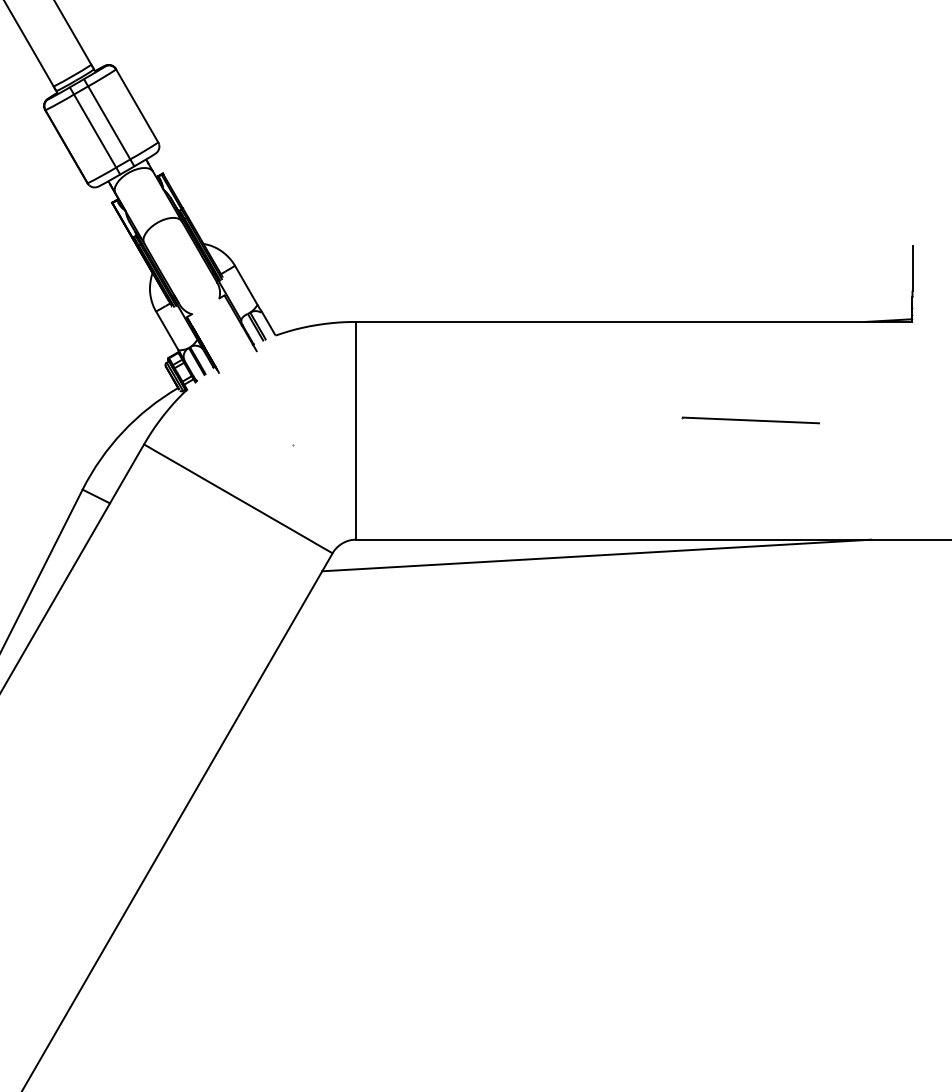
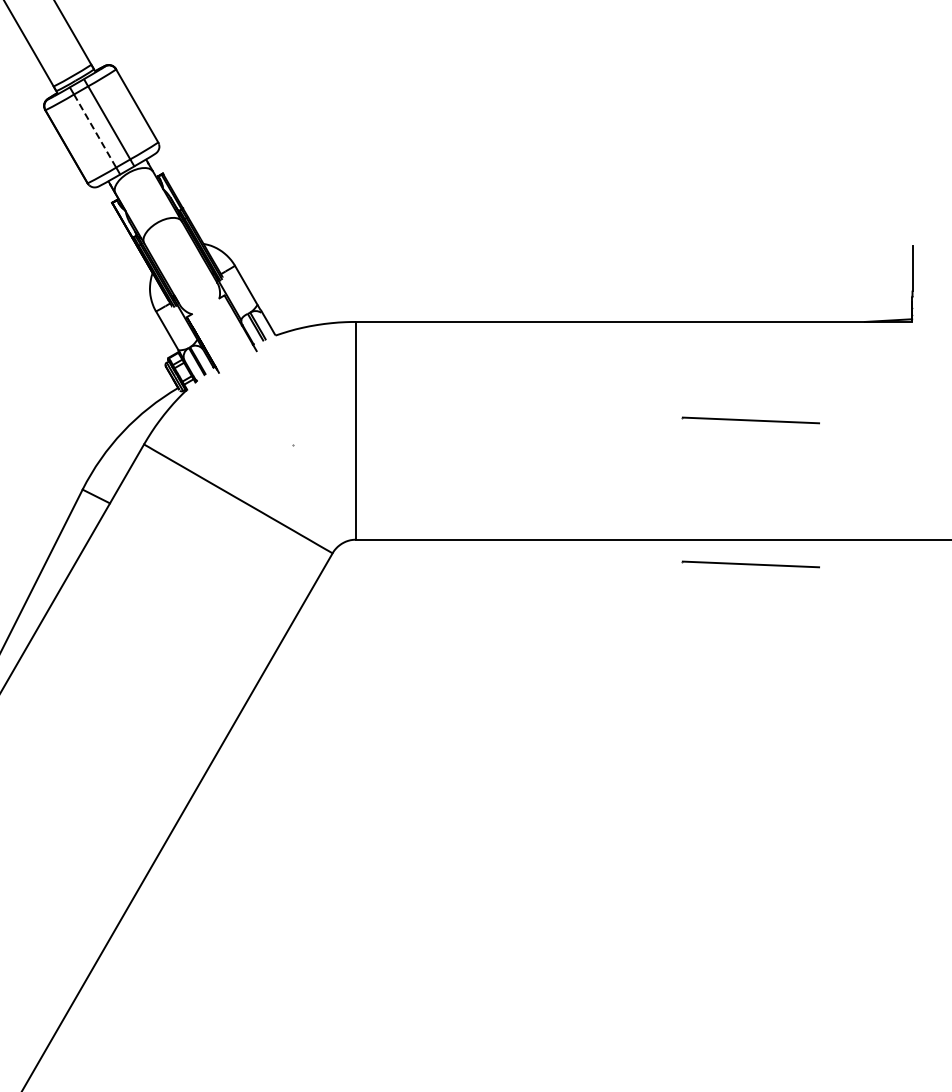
line at (95, 131): solid -> dashed
line at (596, 555): present -> none
line at (750, 564): none -> present
